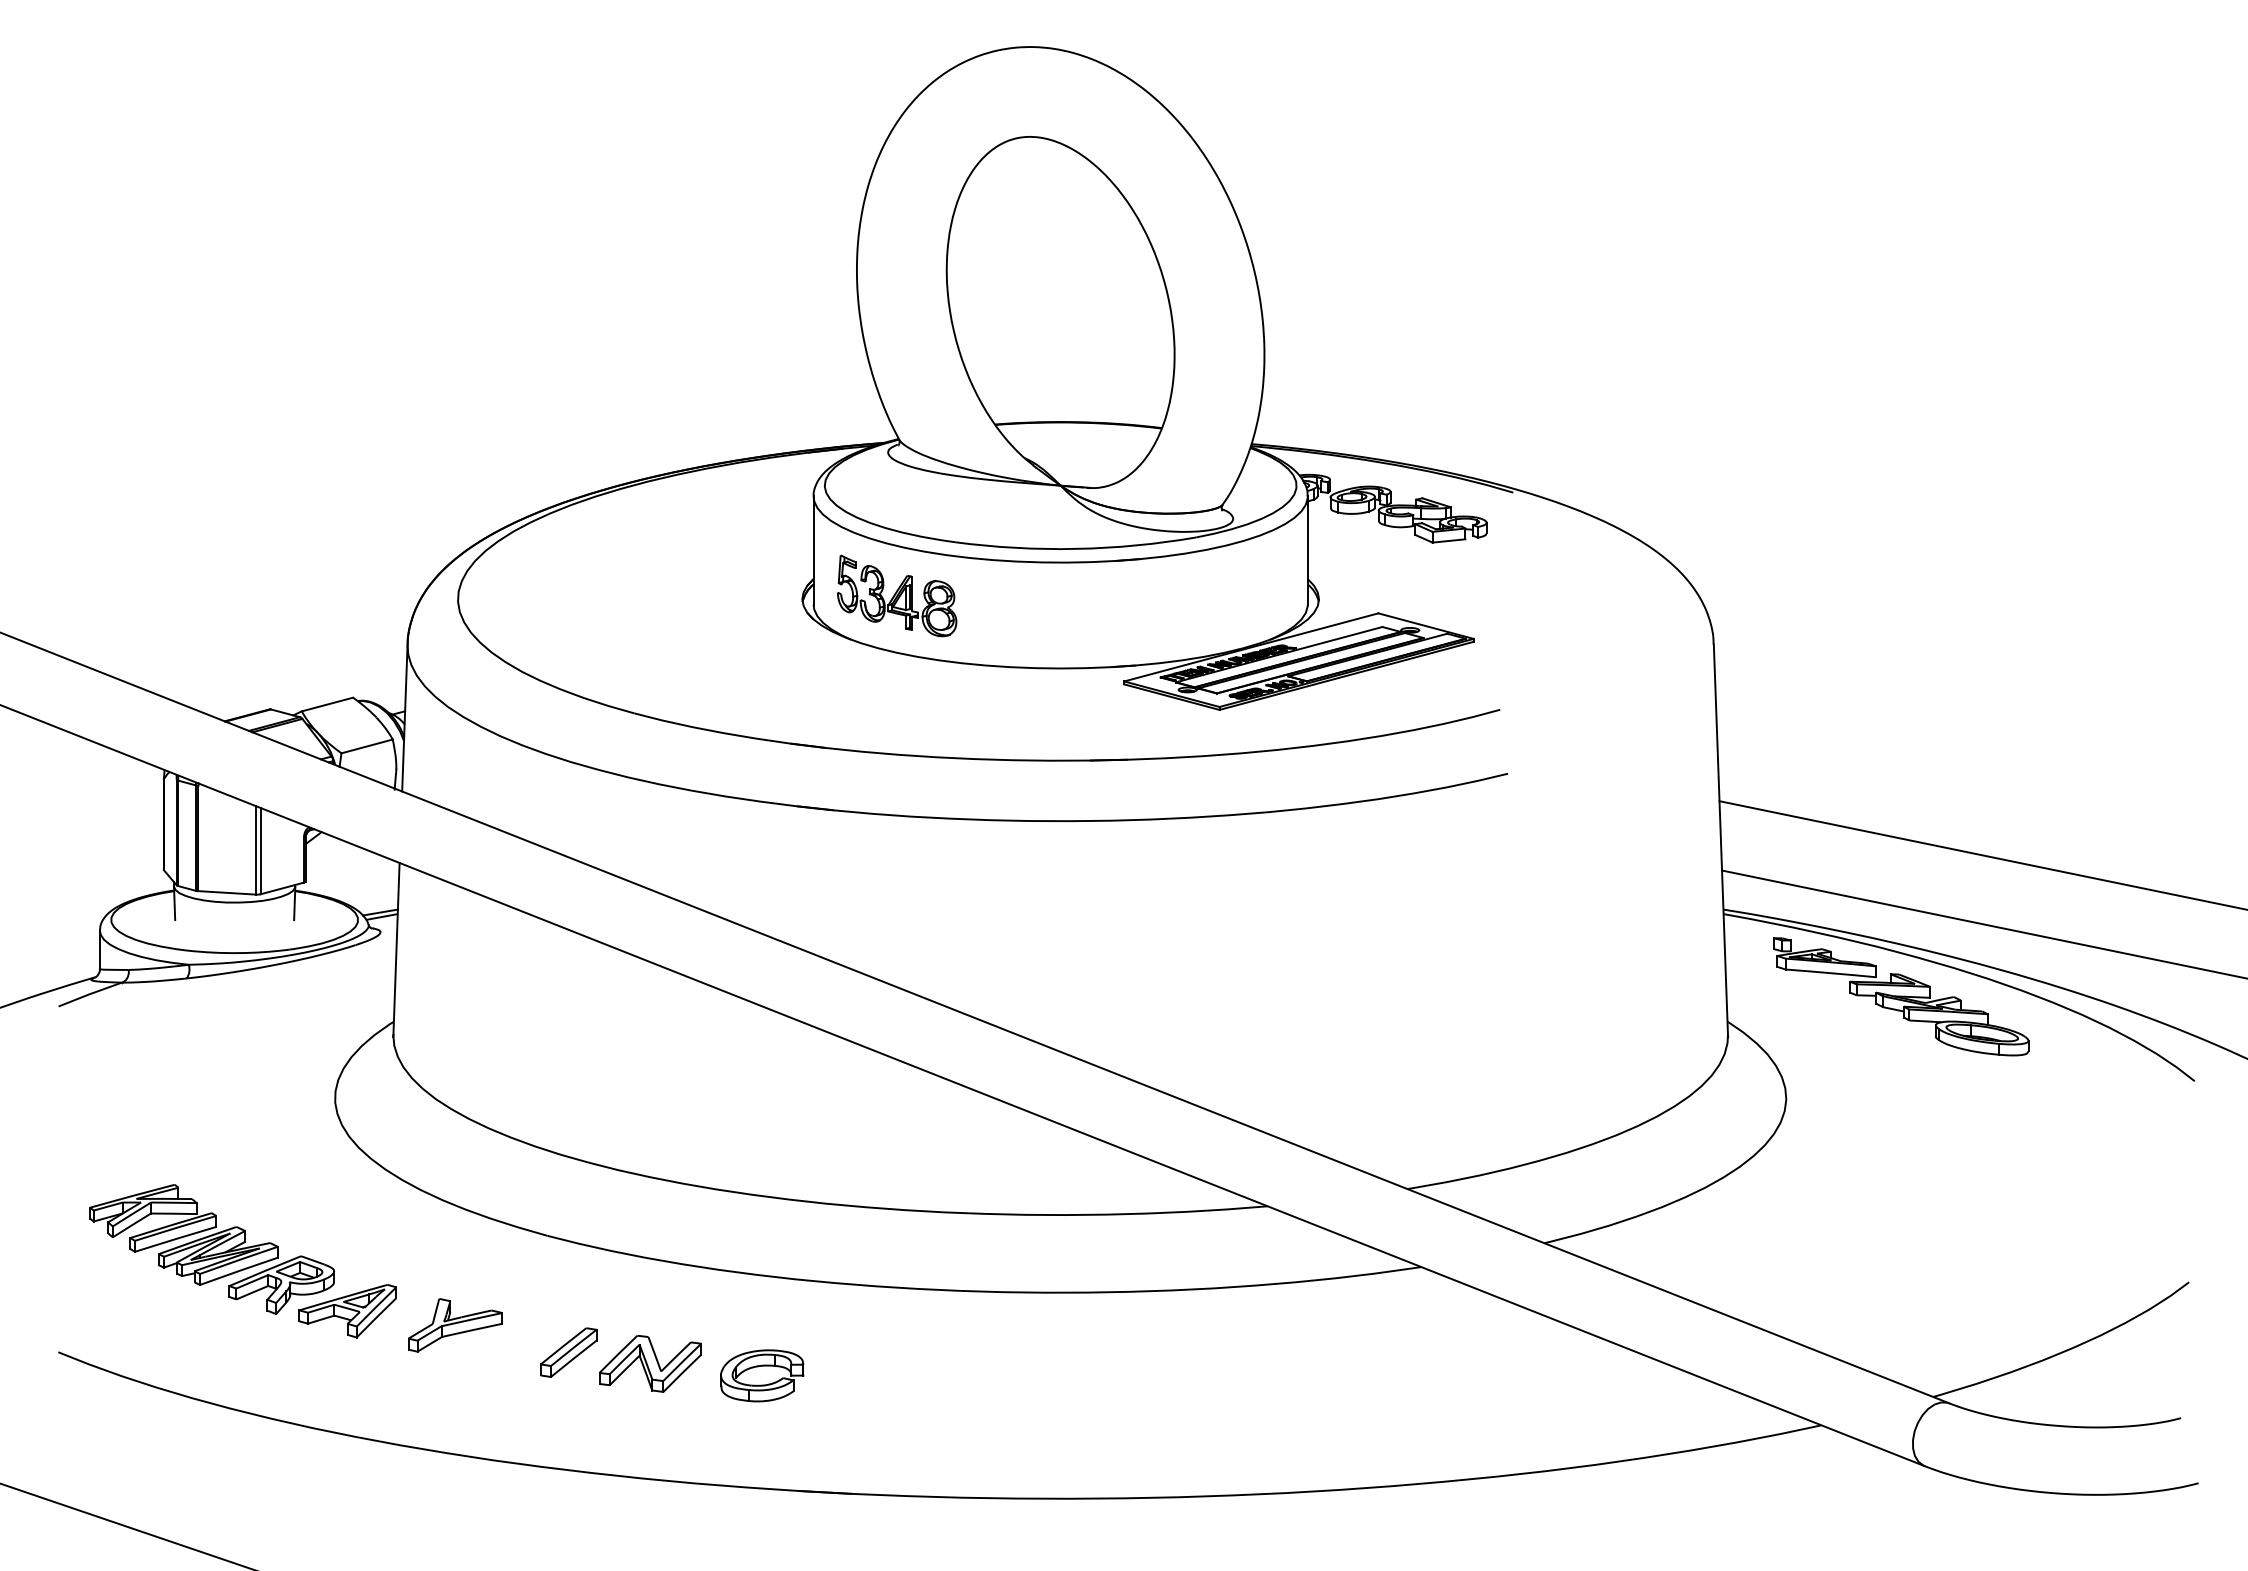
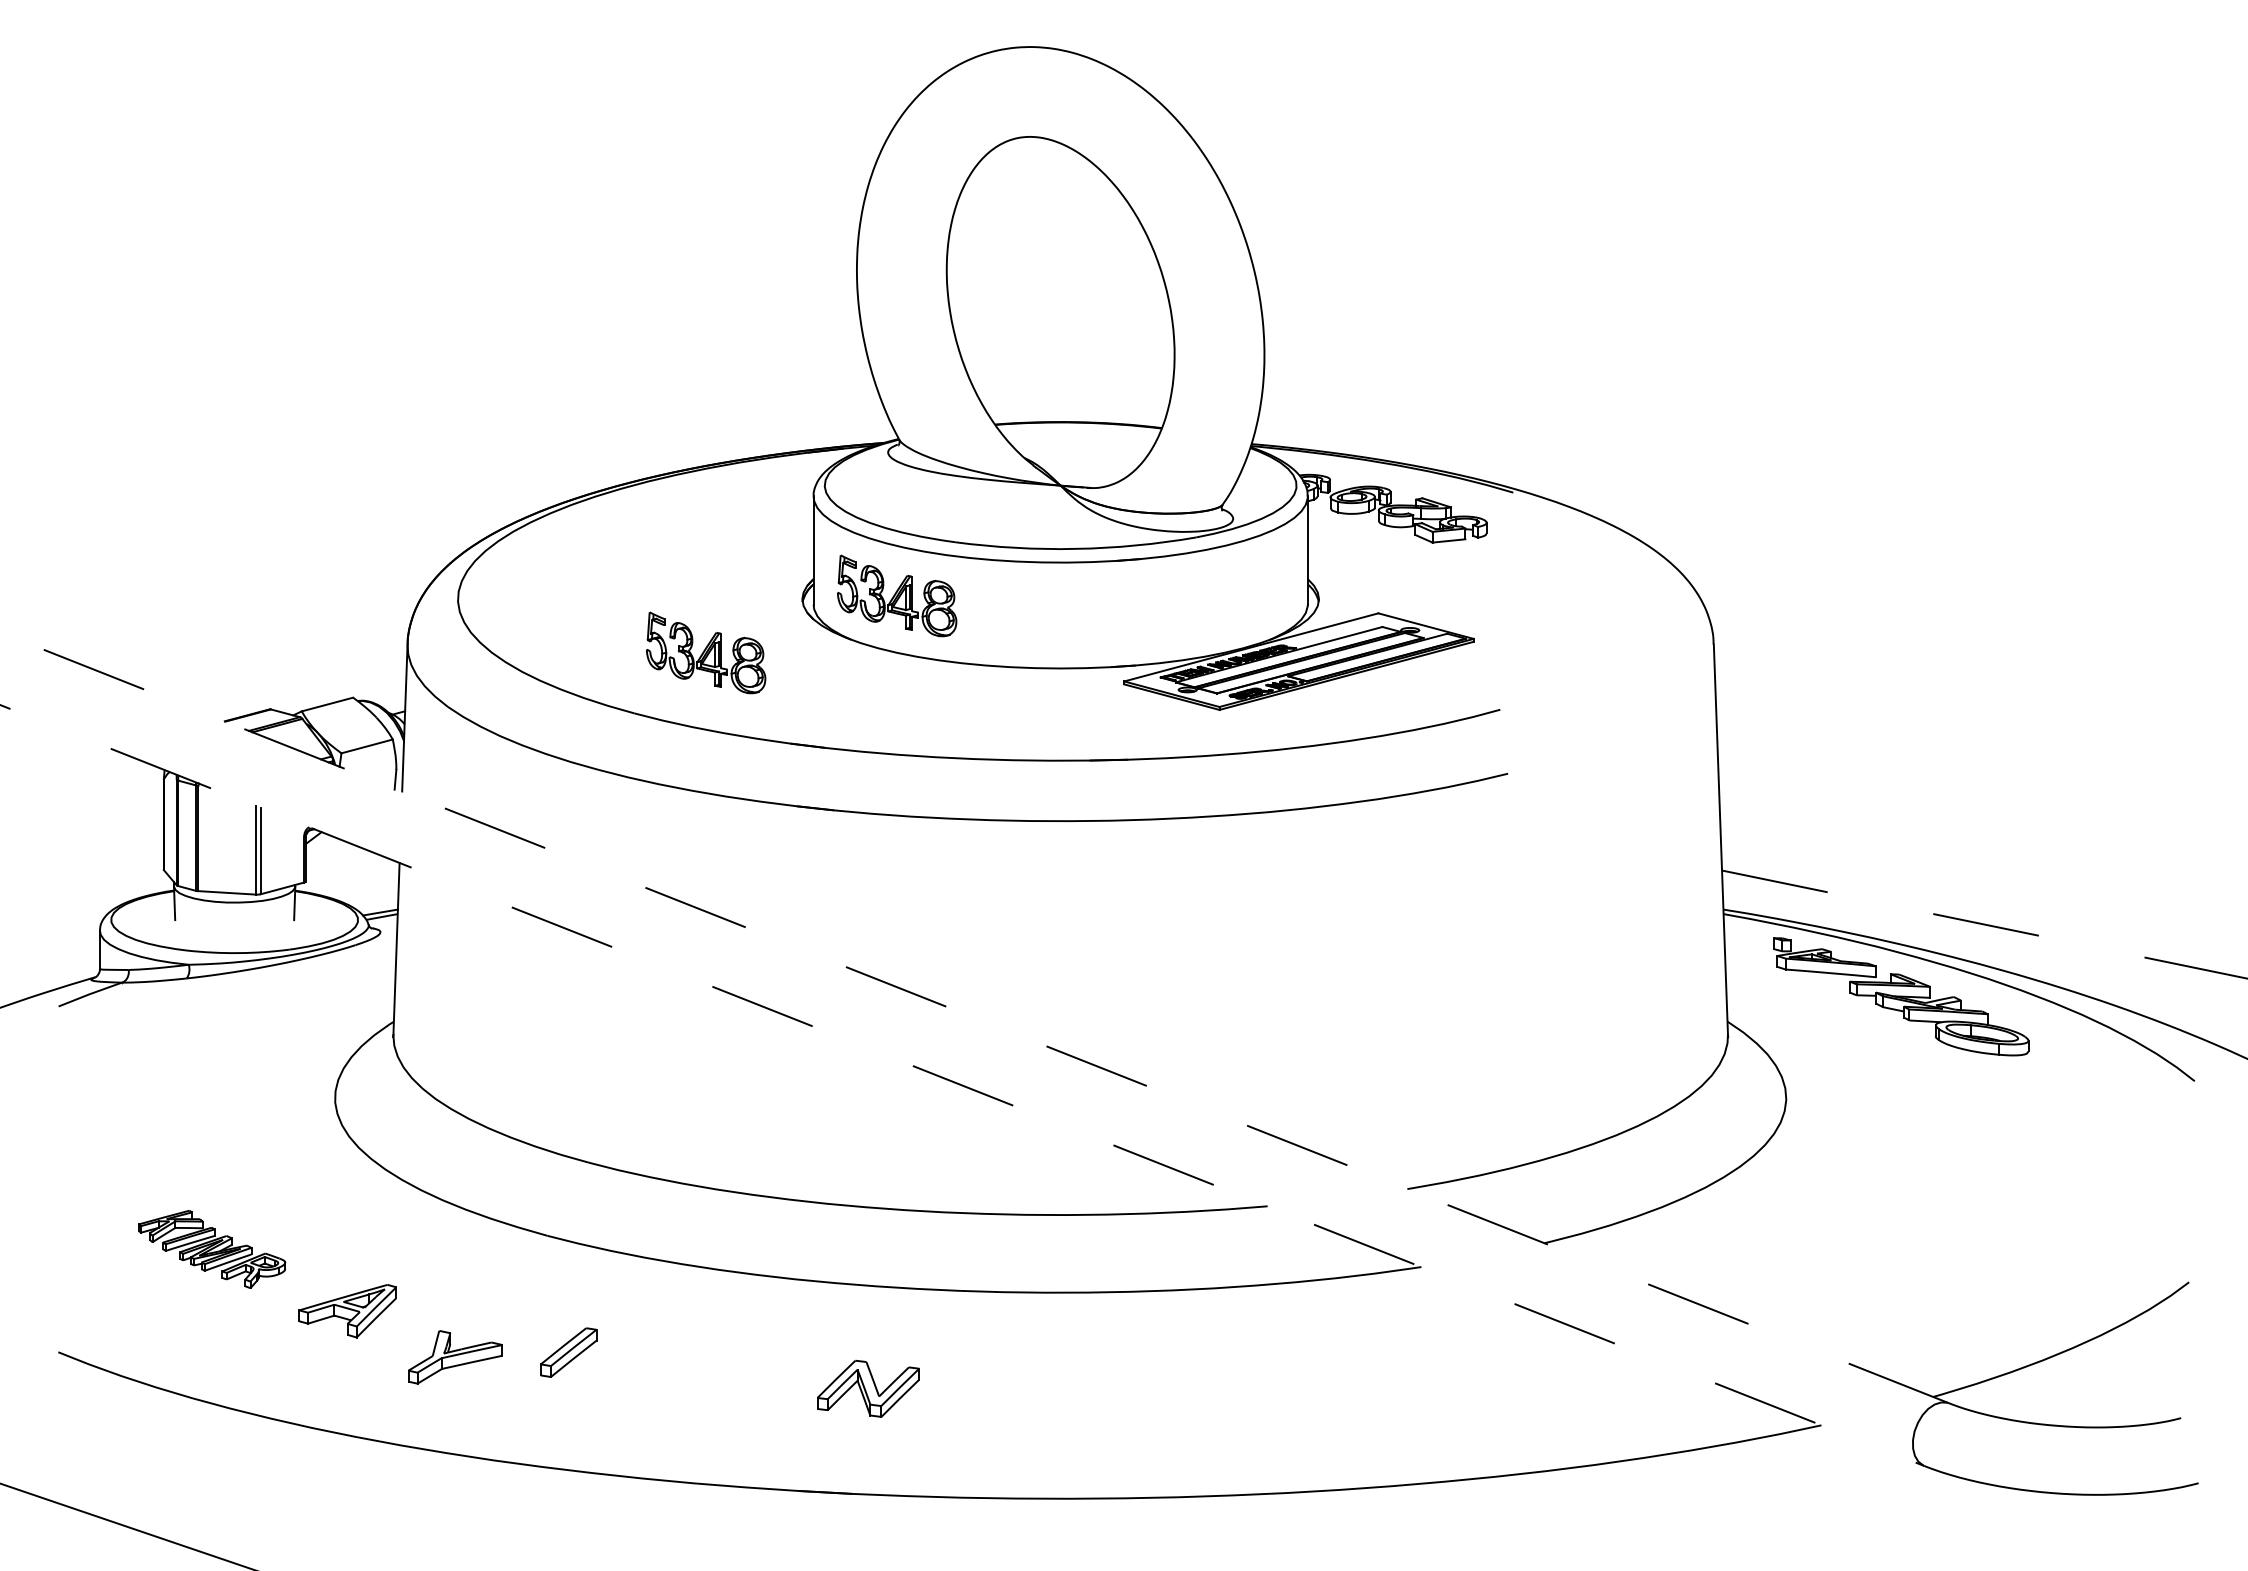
part at (706, 652): none -> present
line at (1981, 855): present -> none
line at (1985, 924): solid -> dashed
line at (974, 1017): solid -> dashed
line at (962, 1085): solid -> dashed
part at (211, 1249) size: 246x131 px -> 149x79 px
part at (455, 1325) position: (455, 1325) -> (455, 1357)
part at (650, 1363) position: (650, 1363) -> (868, 1388)
part at (758, 1367): present -> none
